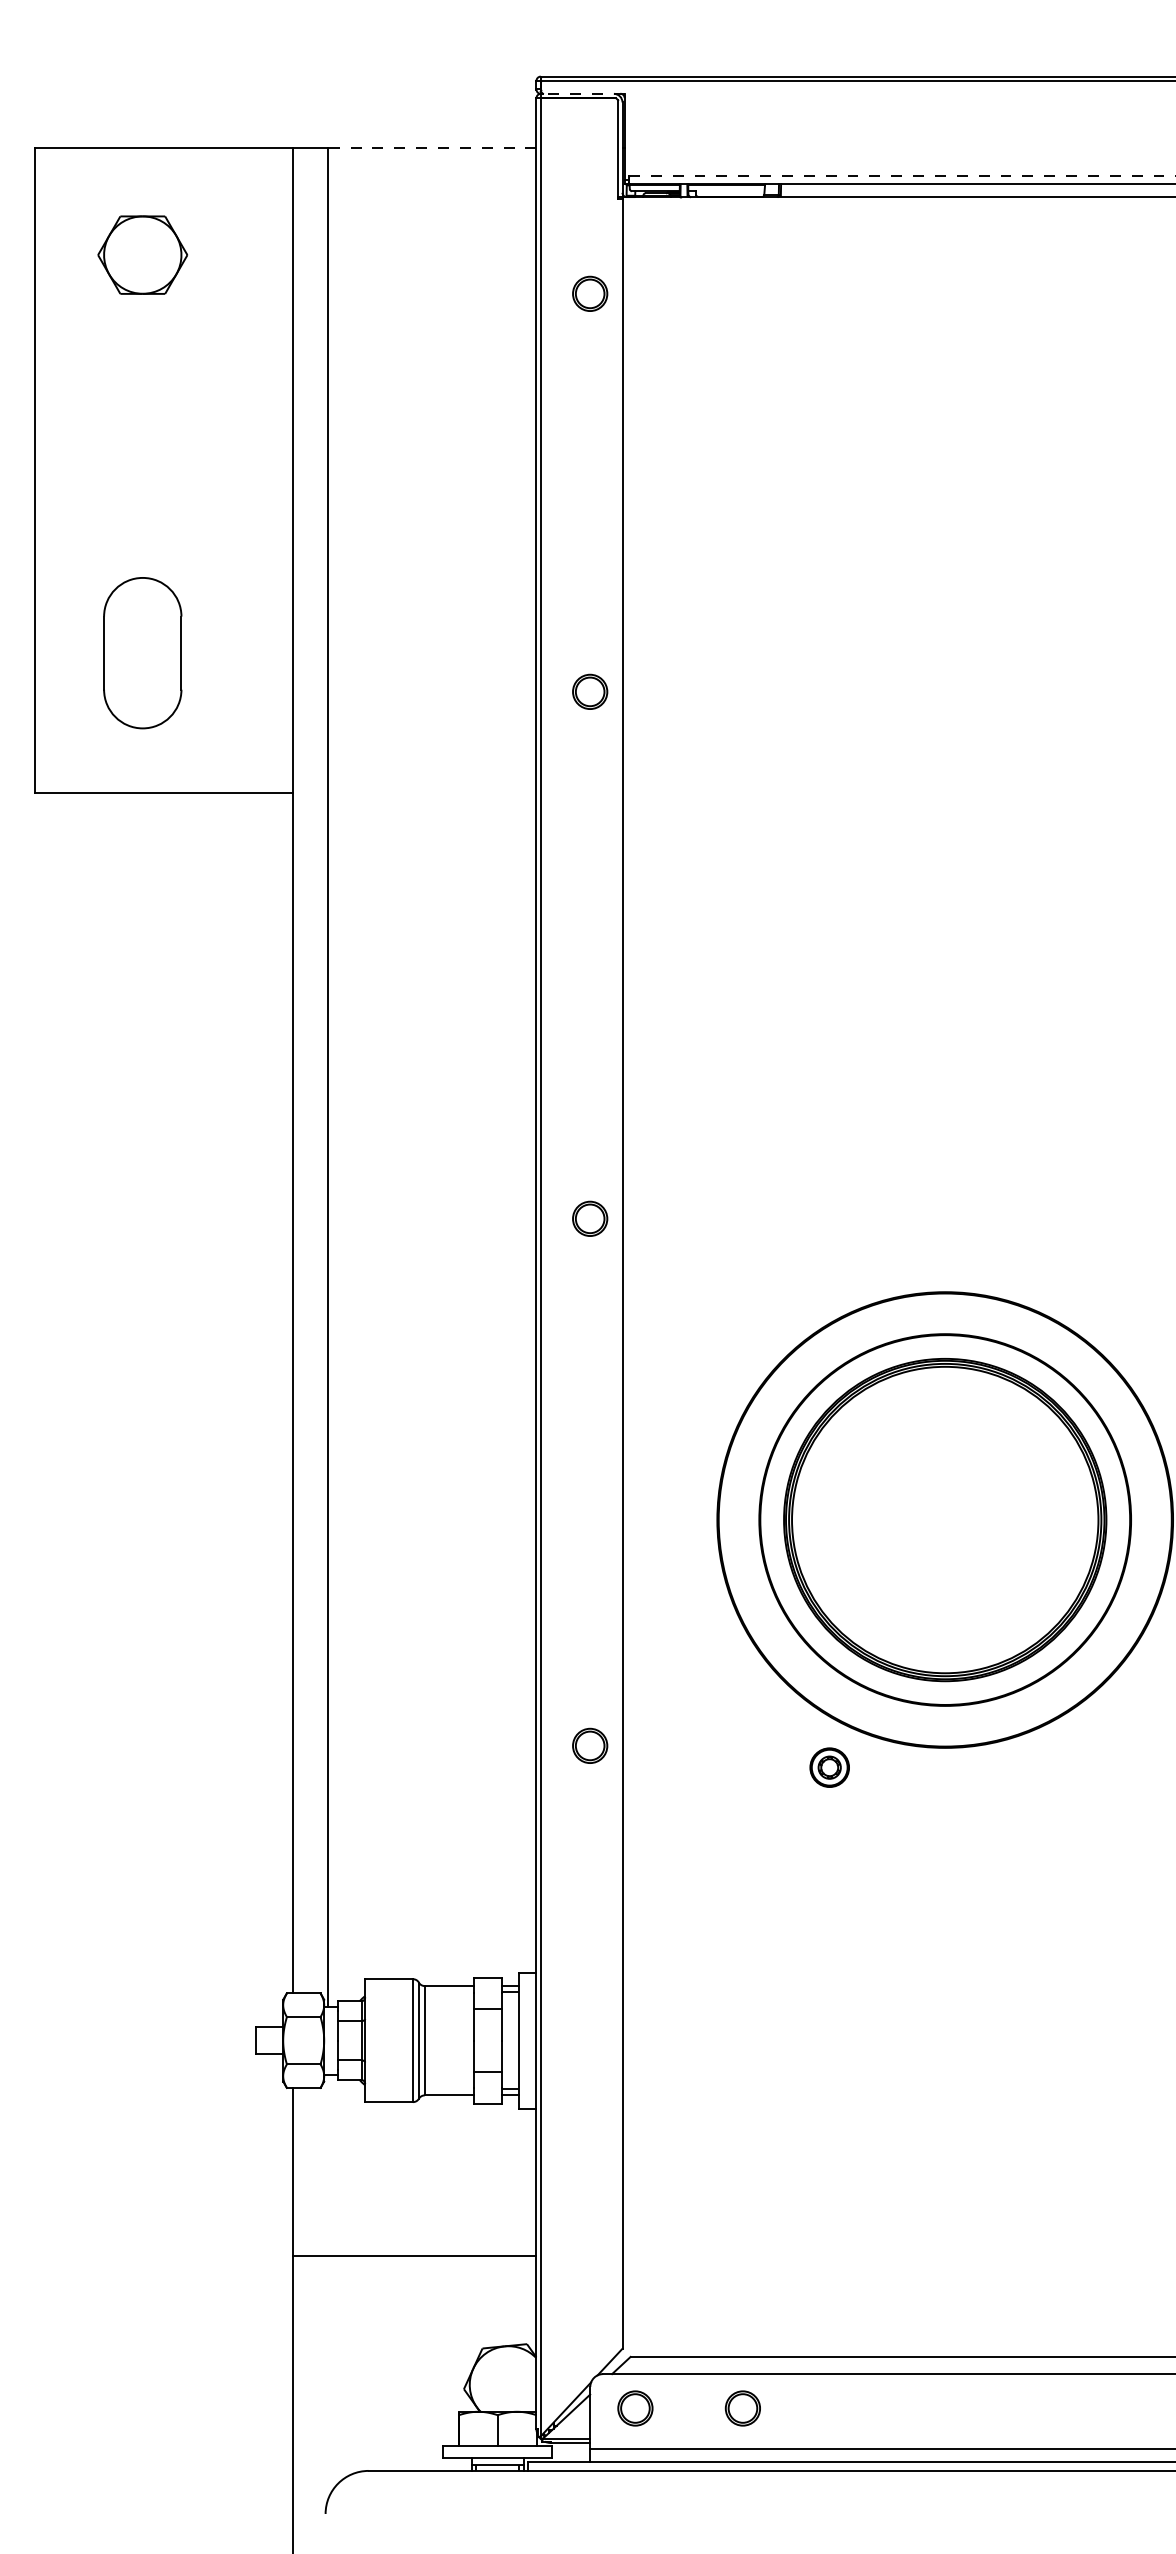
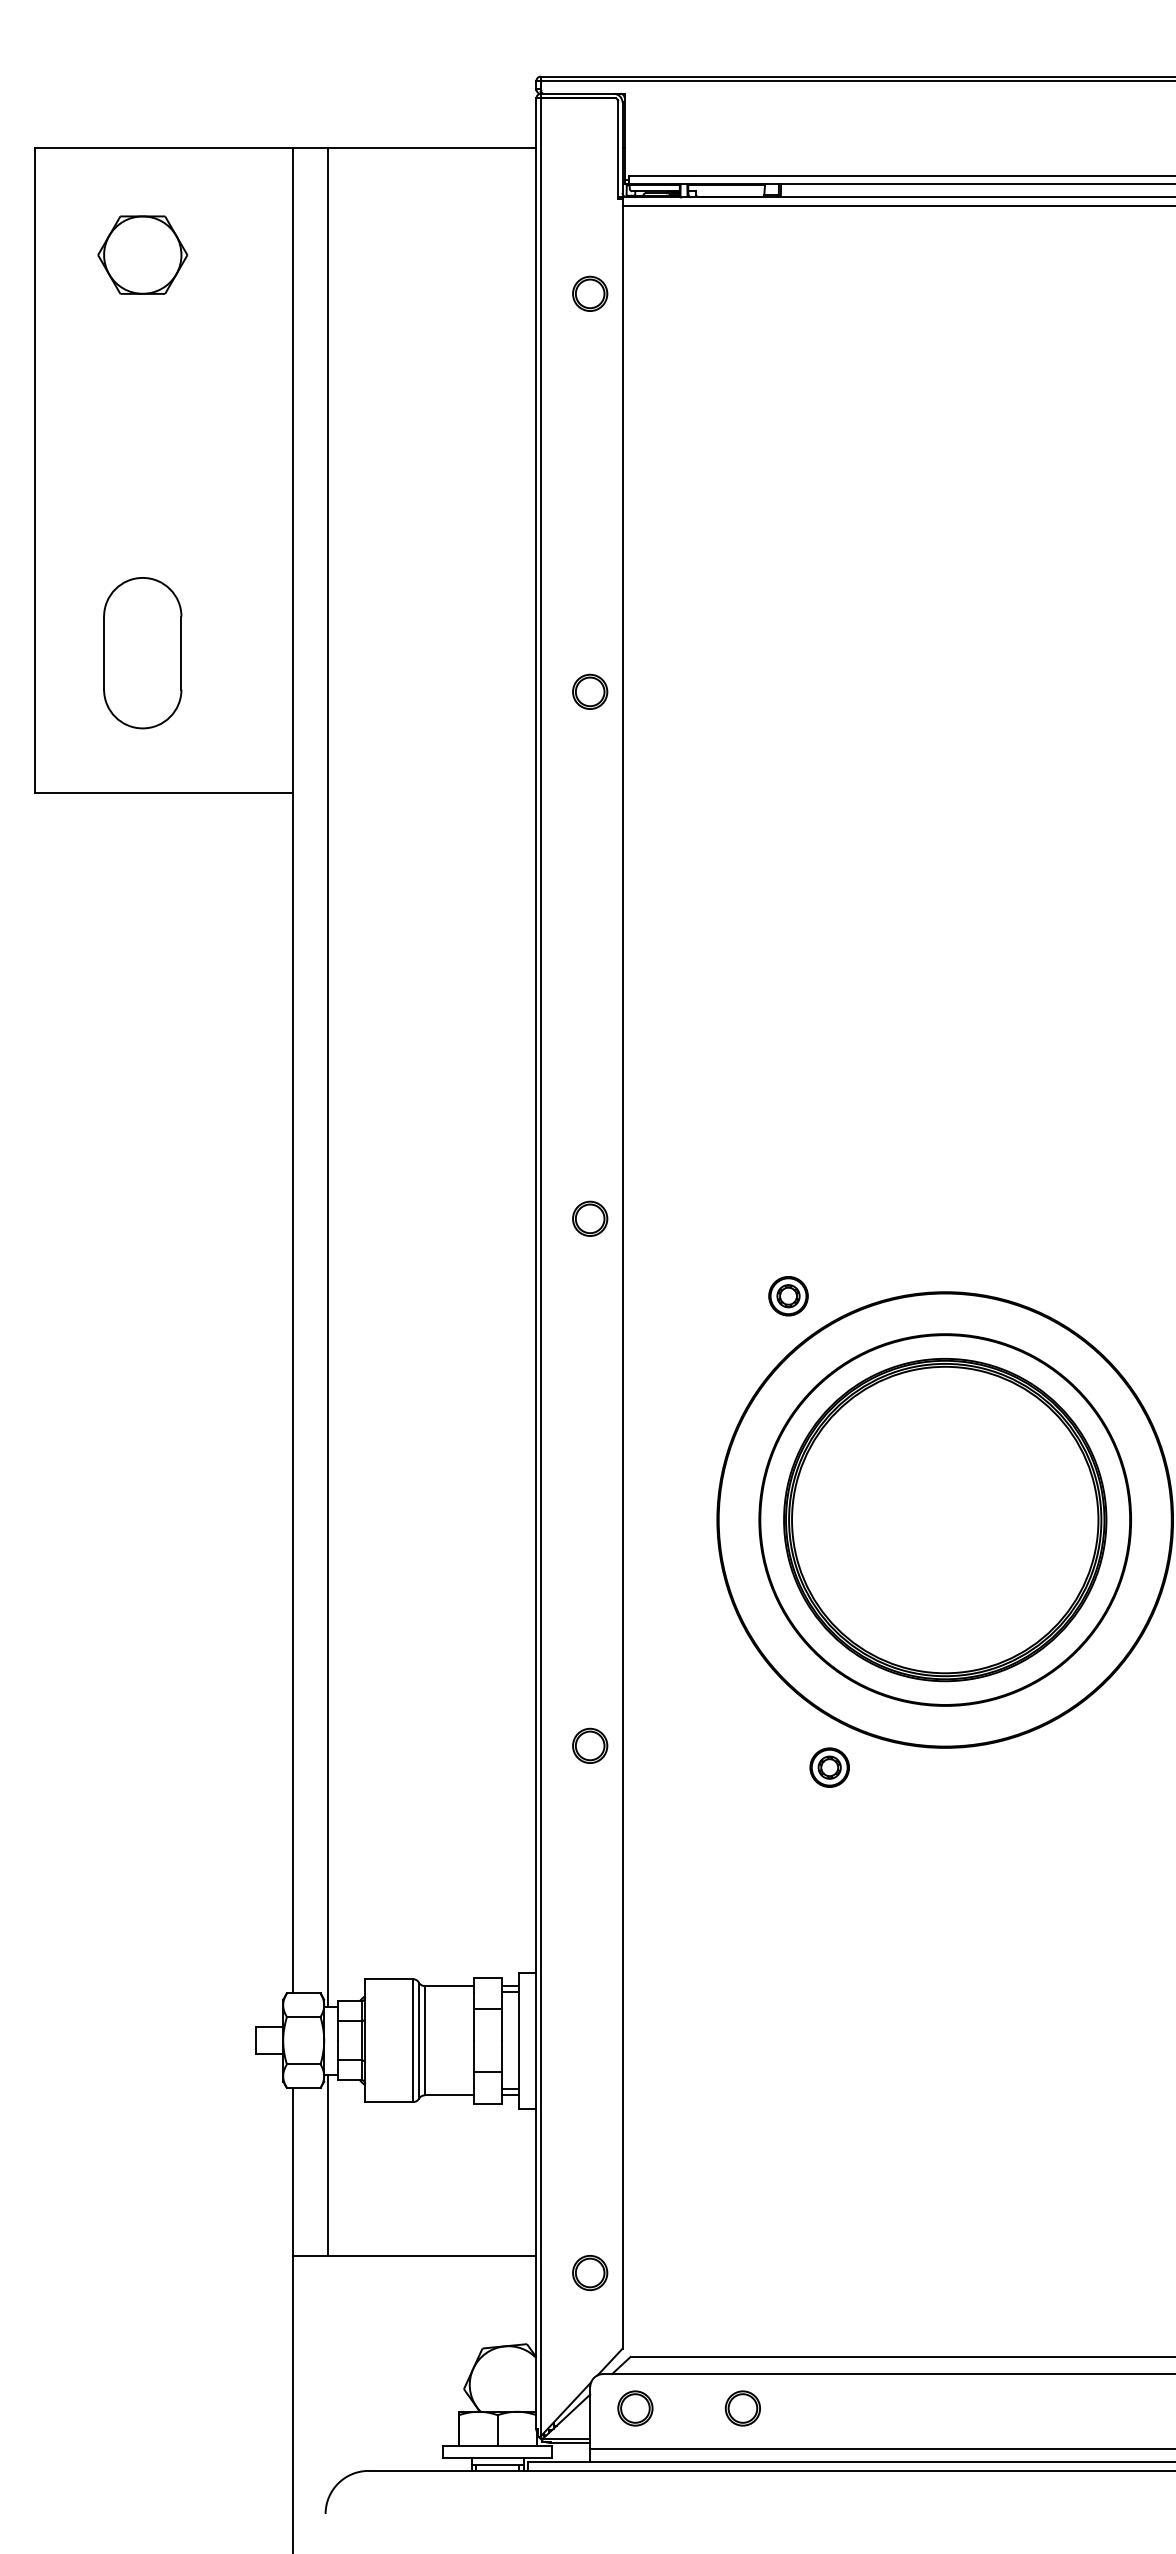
line at (583, 93): dashed -> solid
line at (431, 147): dashed -> solid
line at (902, 175): dashed -> solid
line at (897, 205): none -> present
part at (788, 1296): none -> present
line at (327, 2164): none -> present
part at (590, 2272): none -> present
